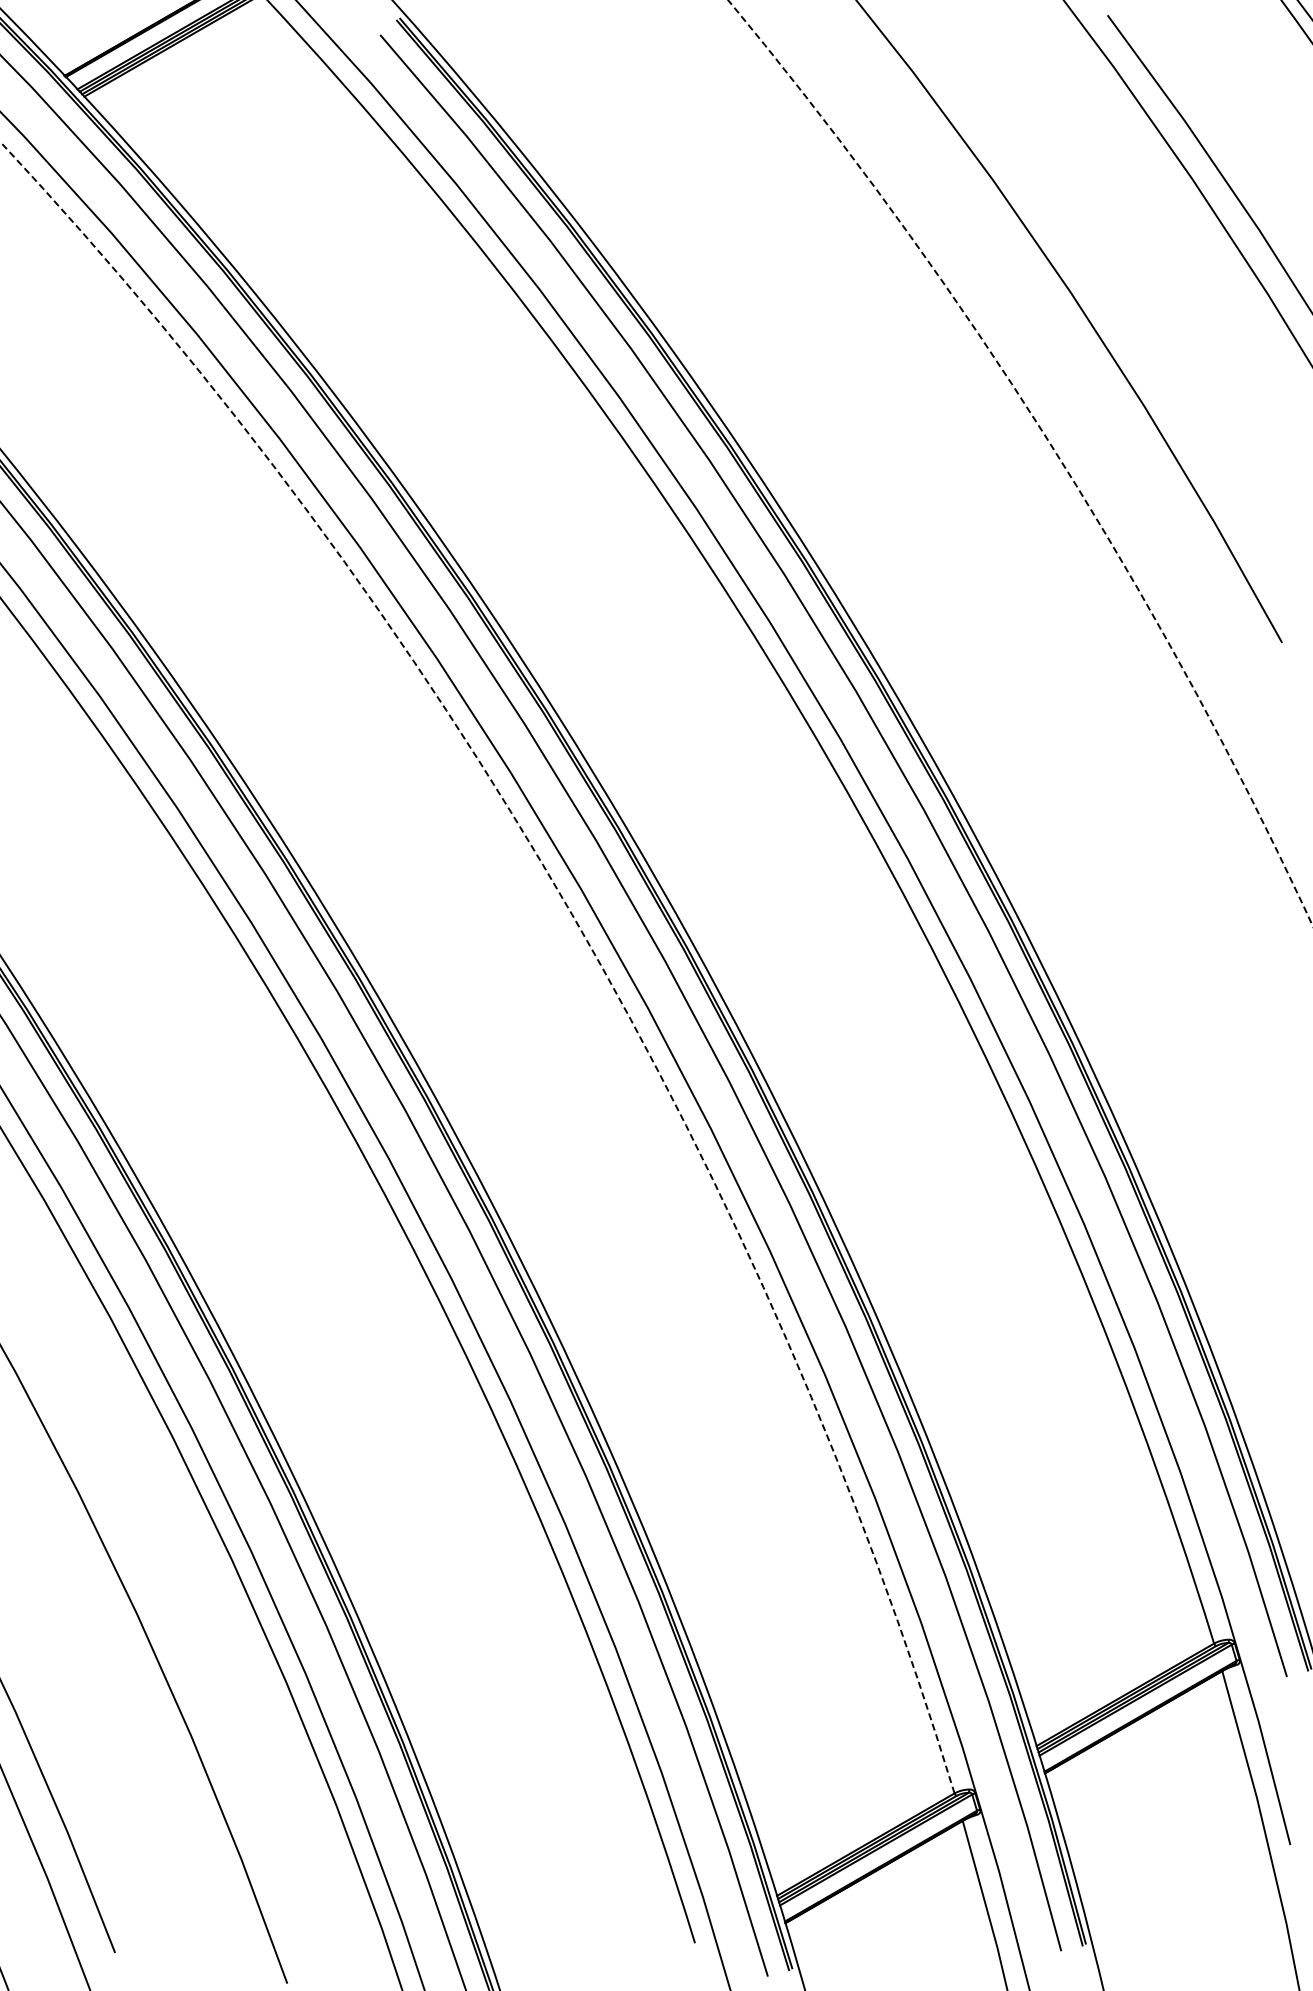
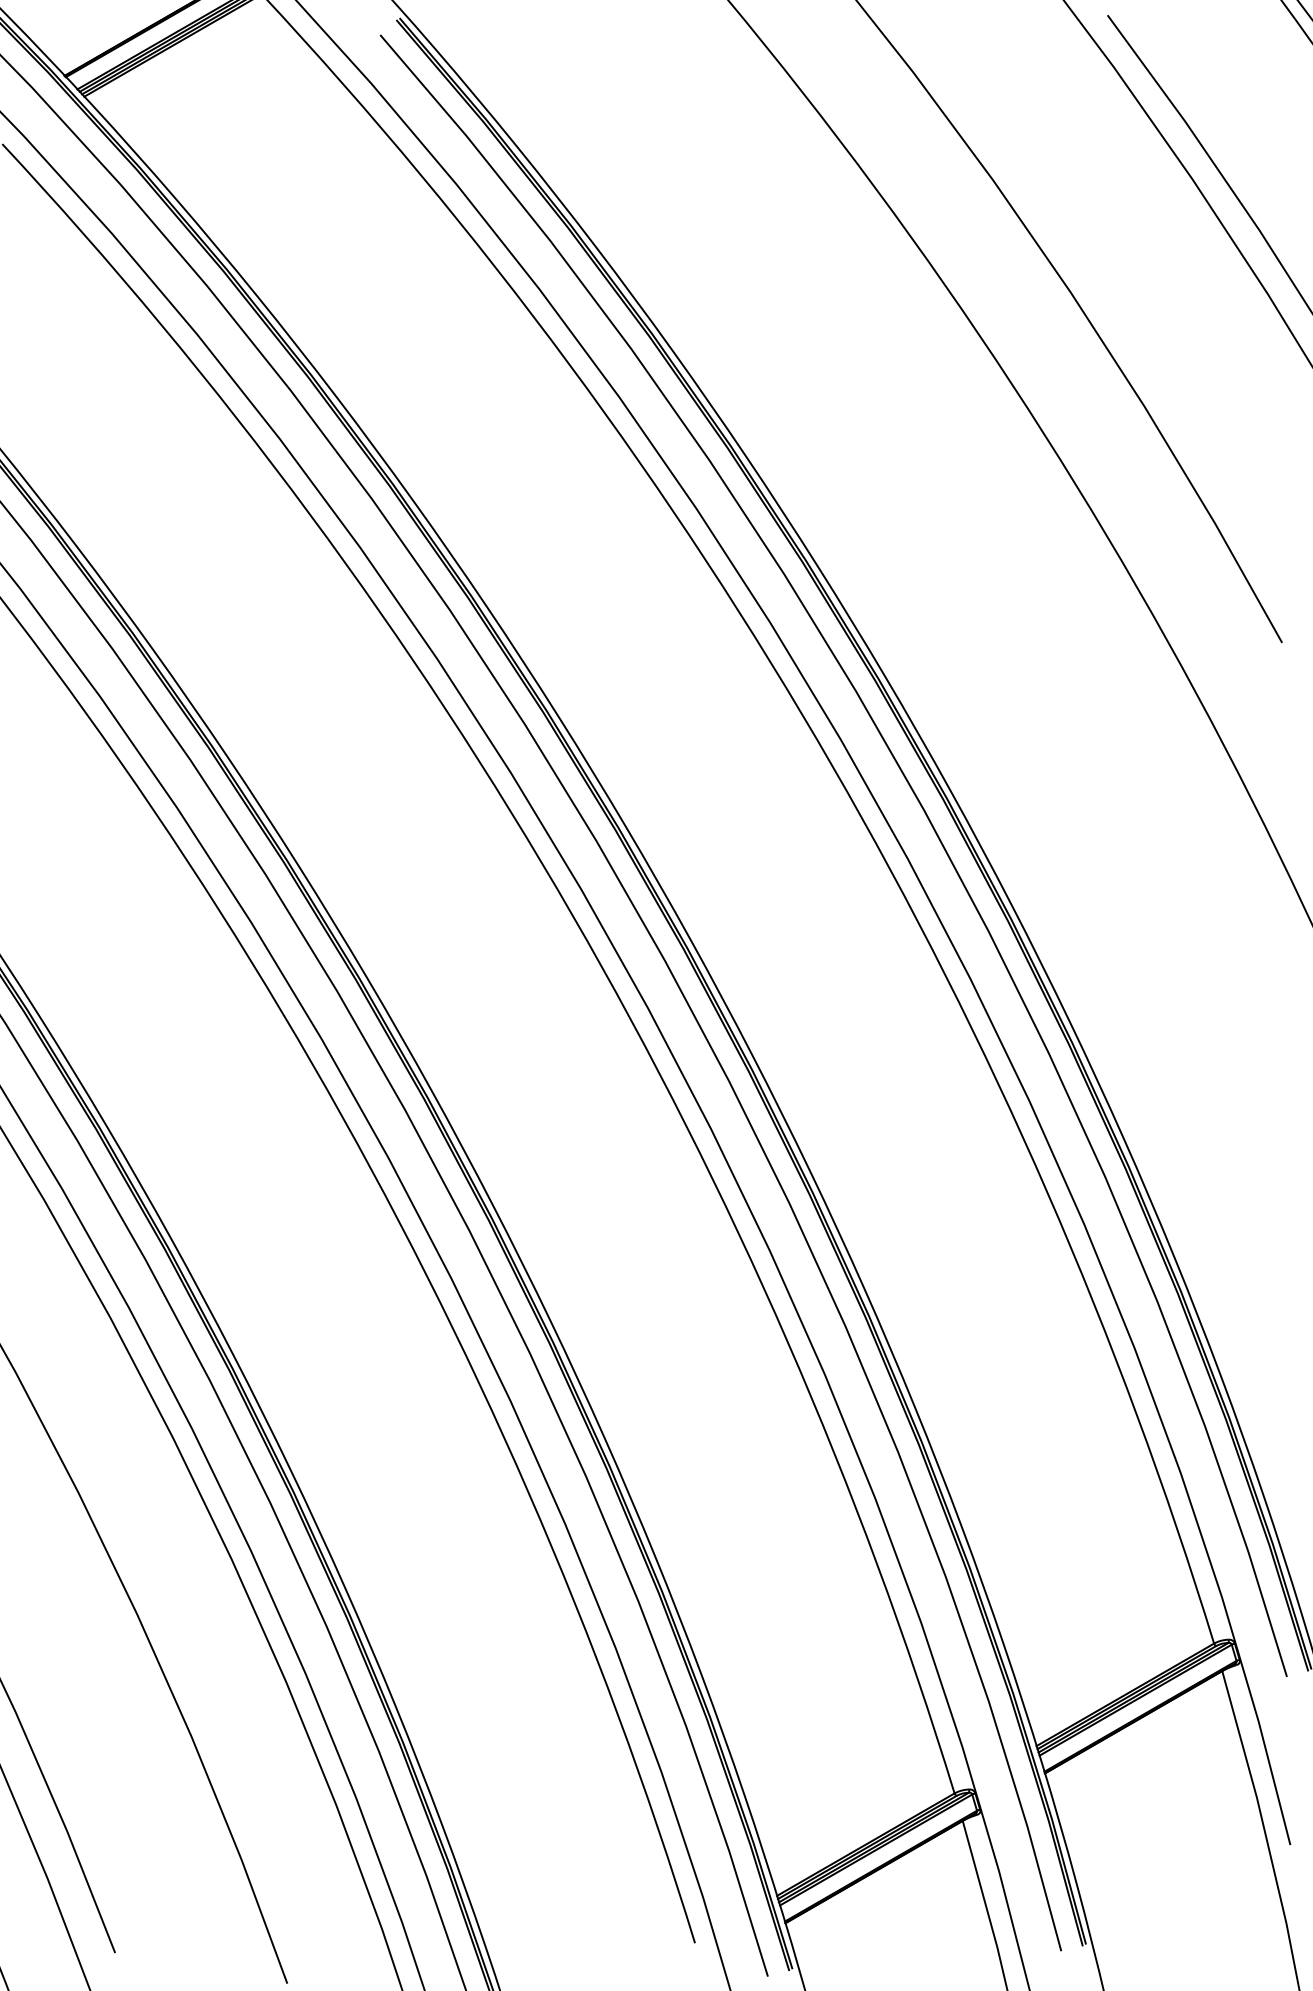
arc at (1049, 443): dashed -> solid
arc at (572, 914): dashed -> solid
